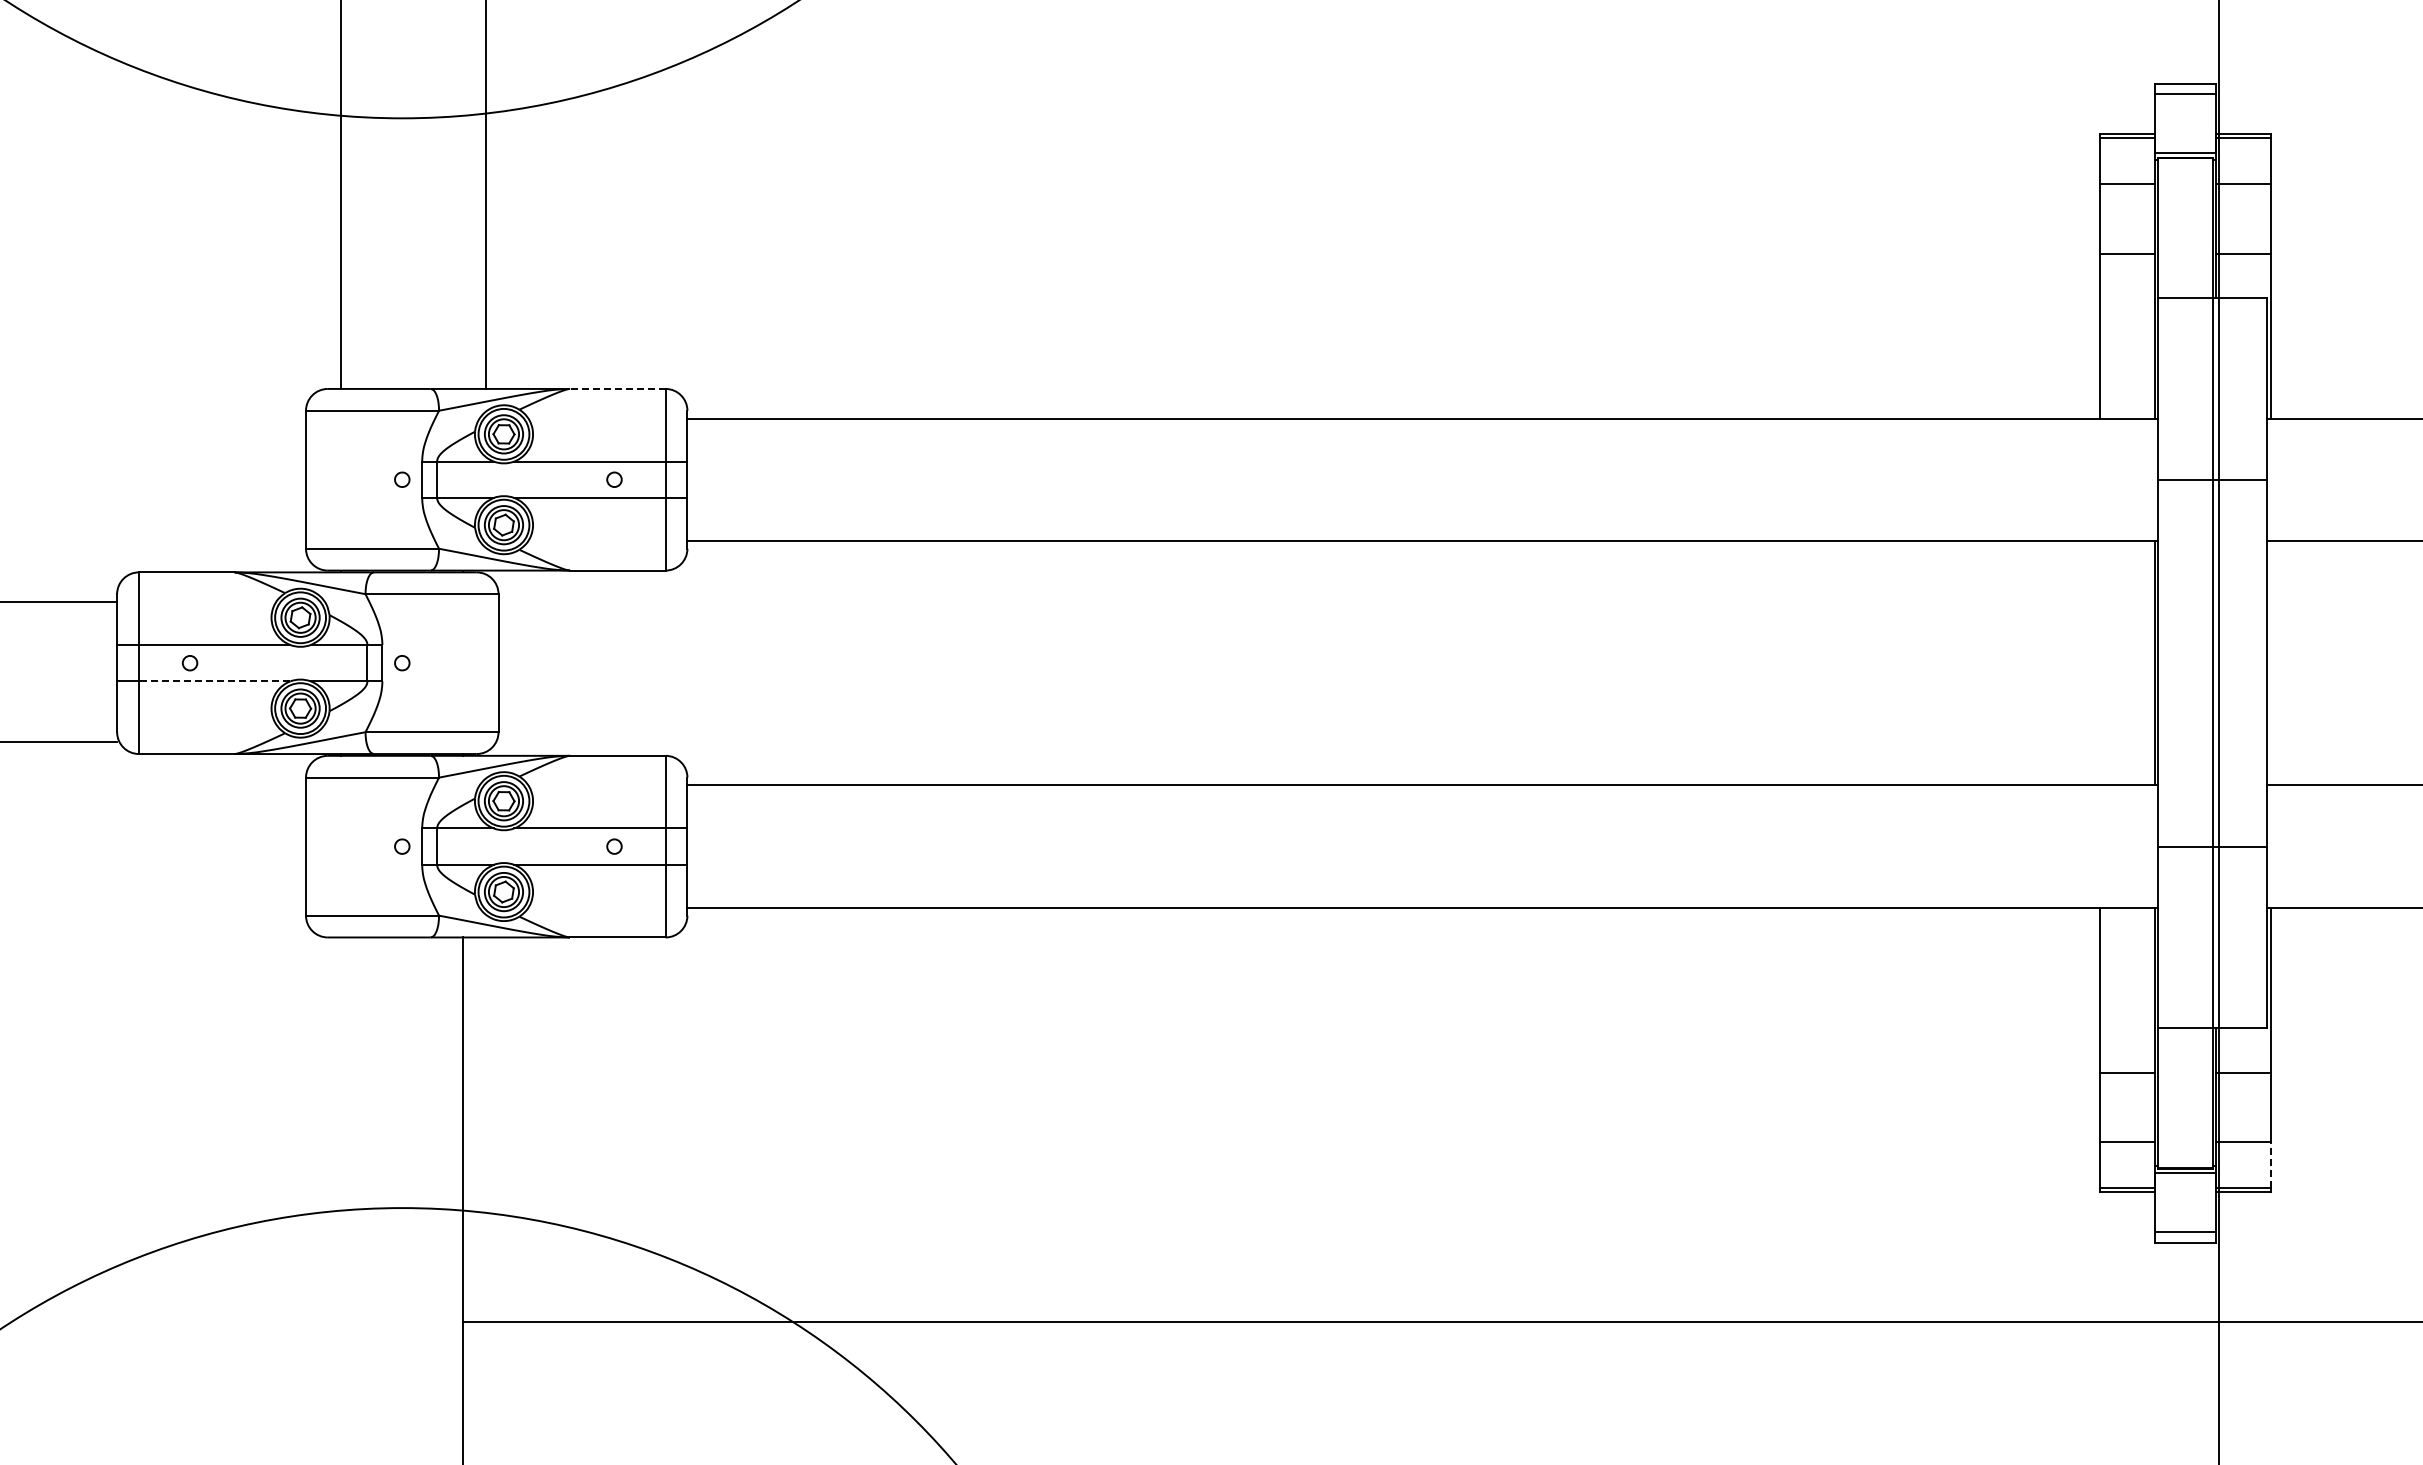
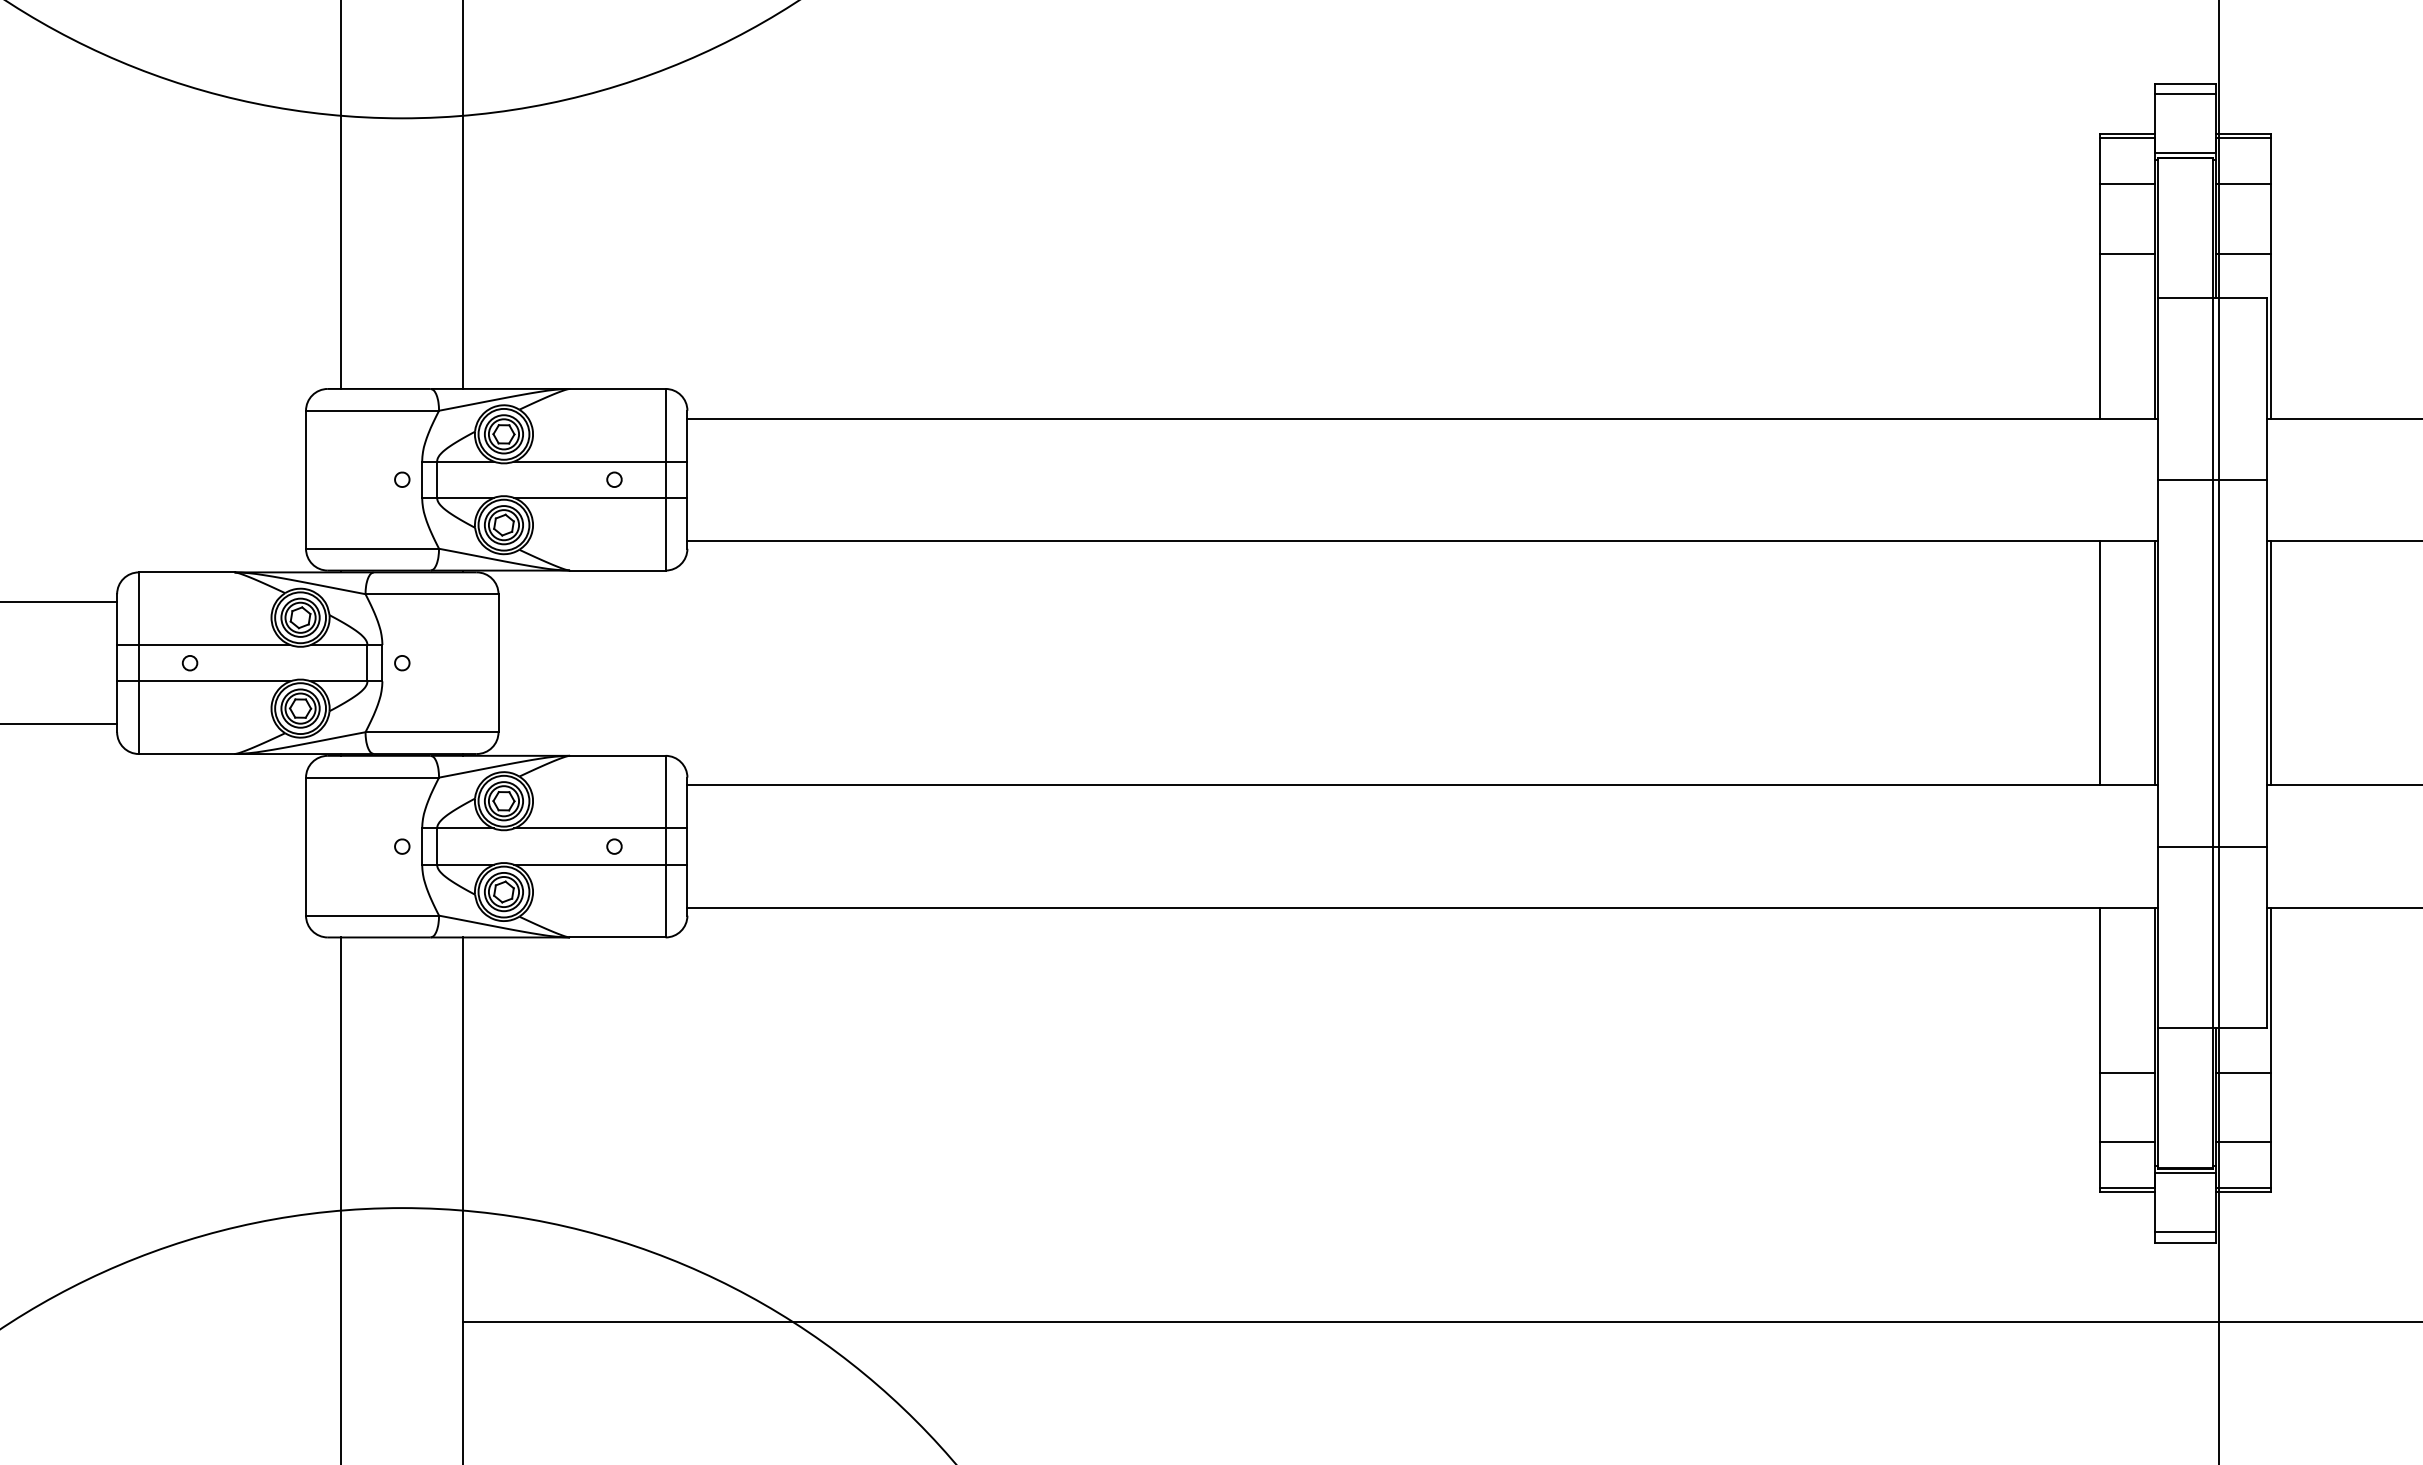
line at (486, 195) position: (486, 195) -> (463, 195)
line at (617, 388): dashed -> solid
line at (2100, 662): none -> present
line at (2270, 662): none -> present
line at (214, 681): dashed -> solid
line at (59, 742) position: (59, 742) -> (59, 724)
line at (2270, 1164): dashed -> solid
line at (341, 1199): none -> present
